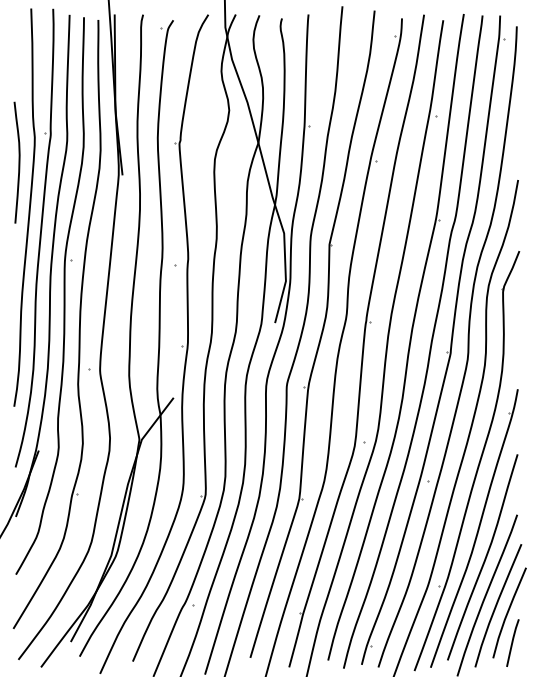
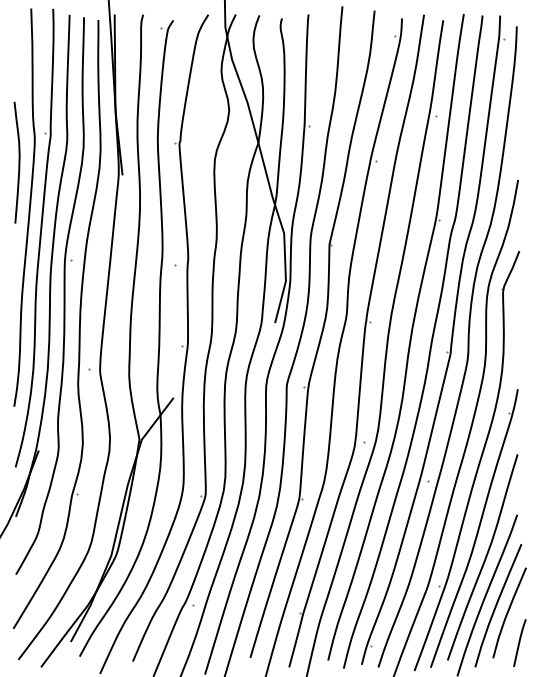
line at (512, 642) position: (512, 642) -> (519, 642)
